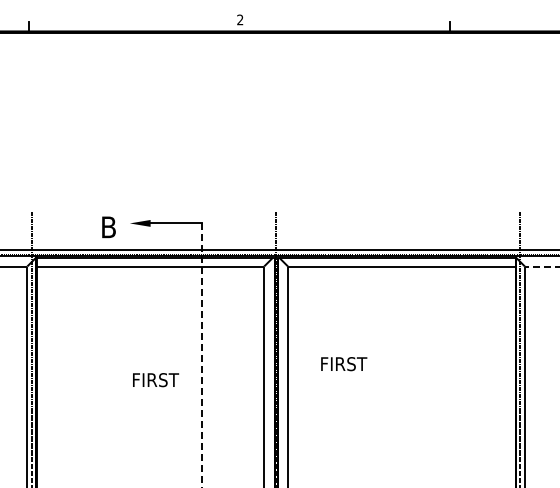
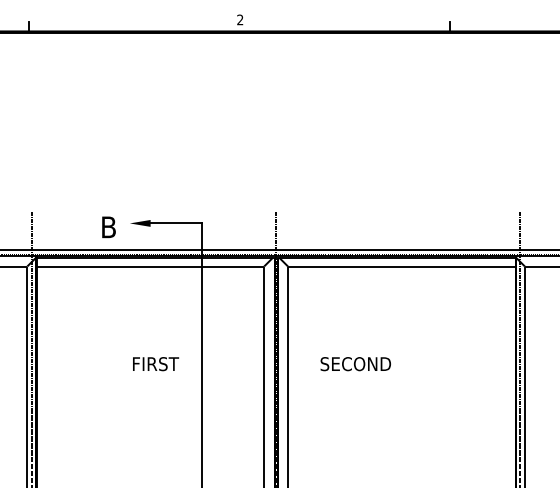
line at (541, 266): dashed -> solid
line at (201, 355): dashed -> solid
text at (355, 364): FIRST -> SECOND
text at (156, 380) position: (156, 380) -> (156, 364)
